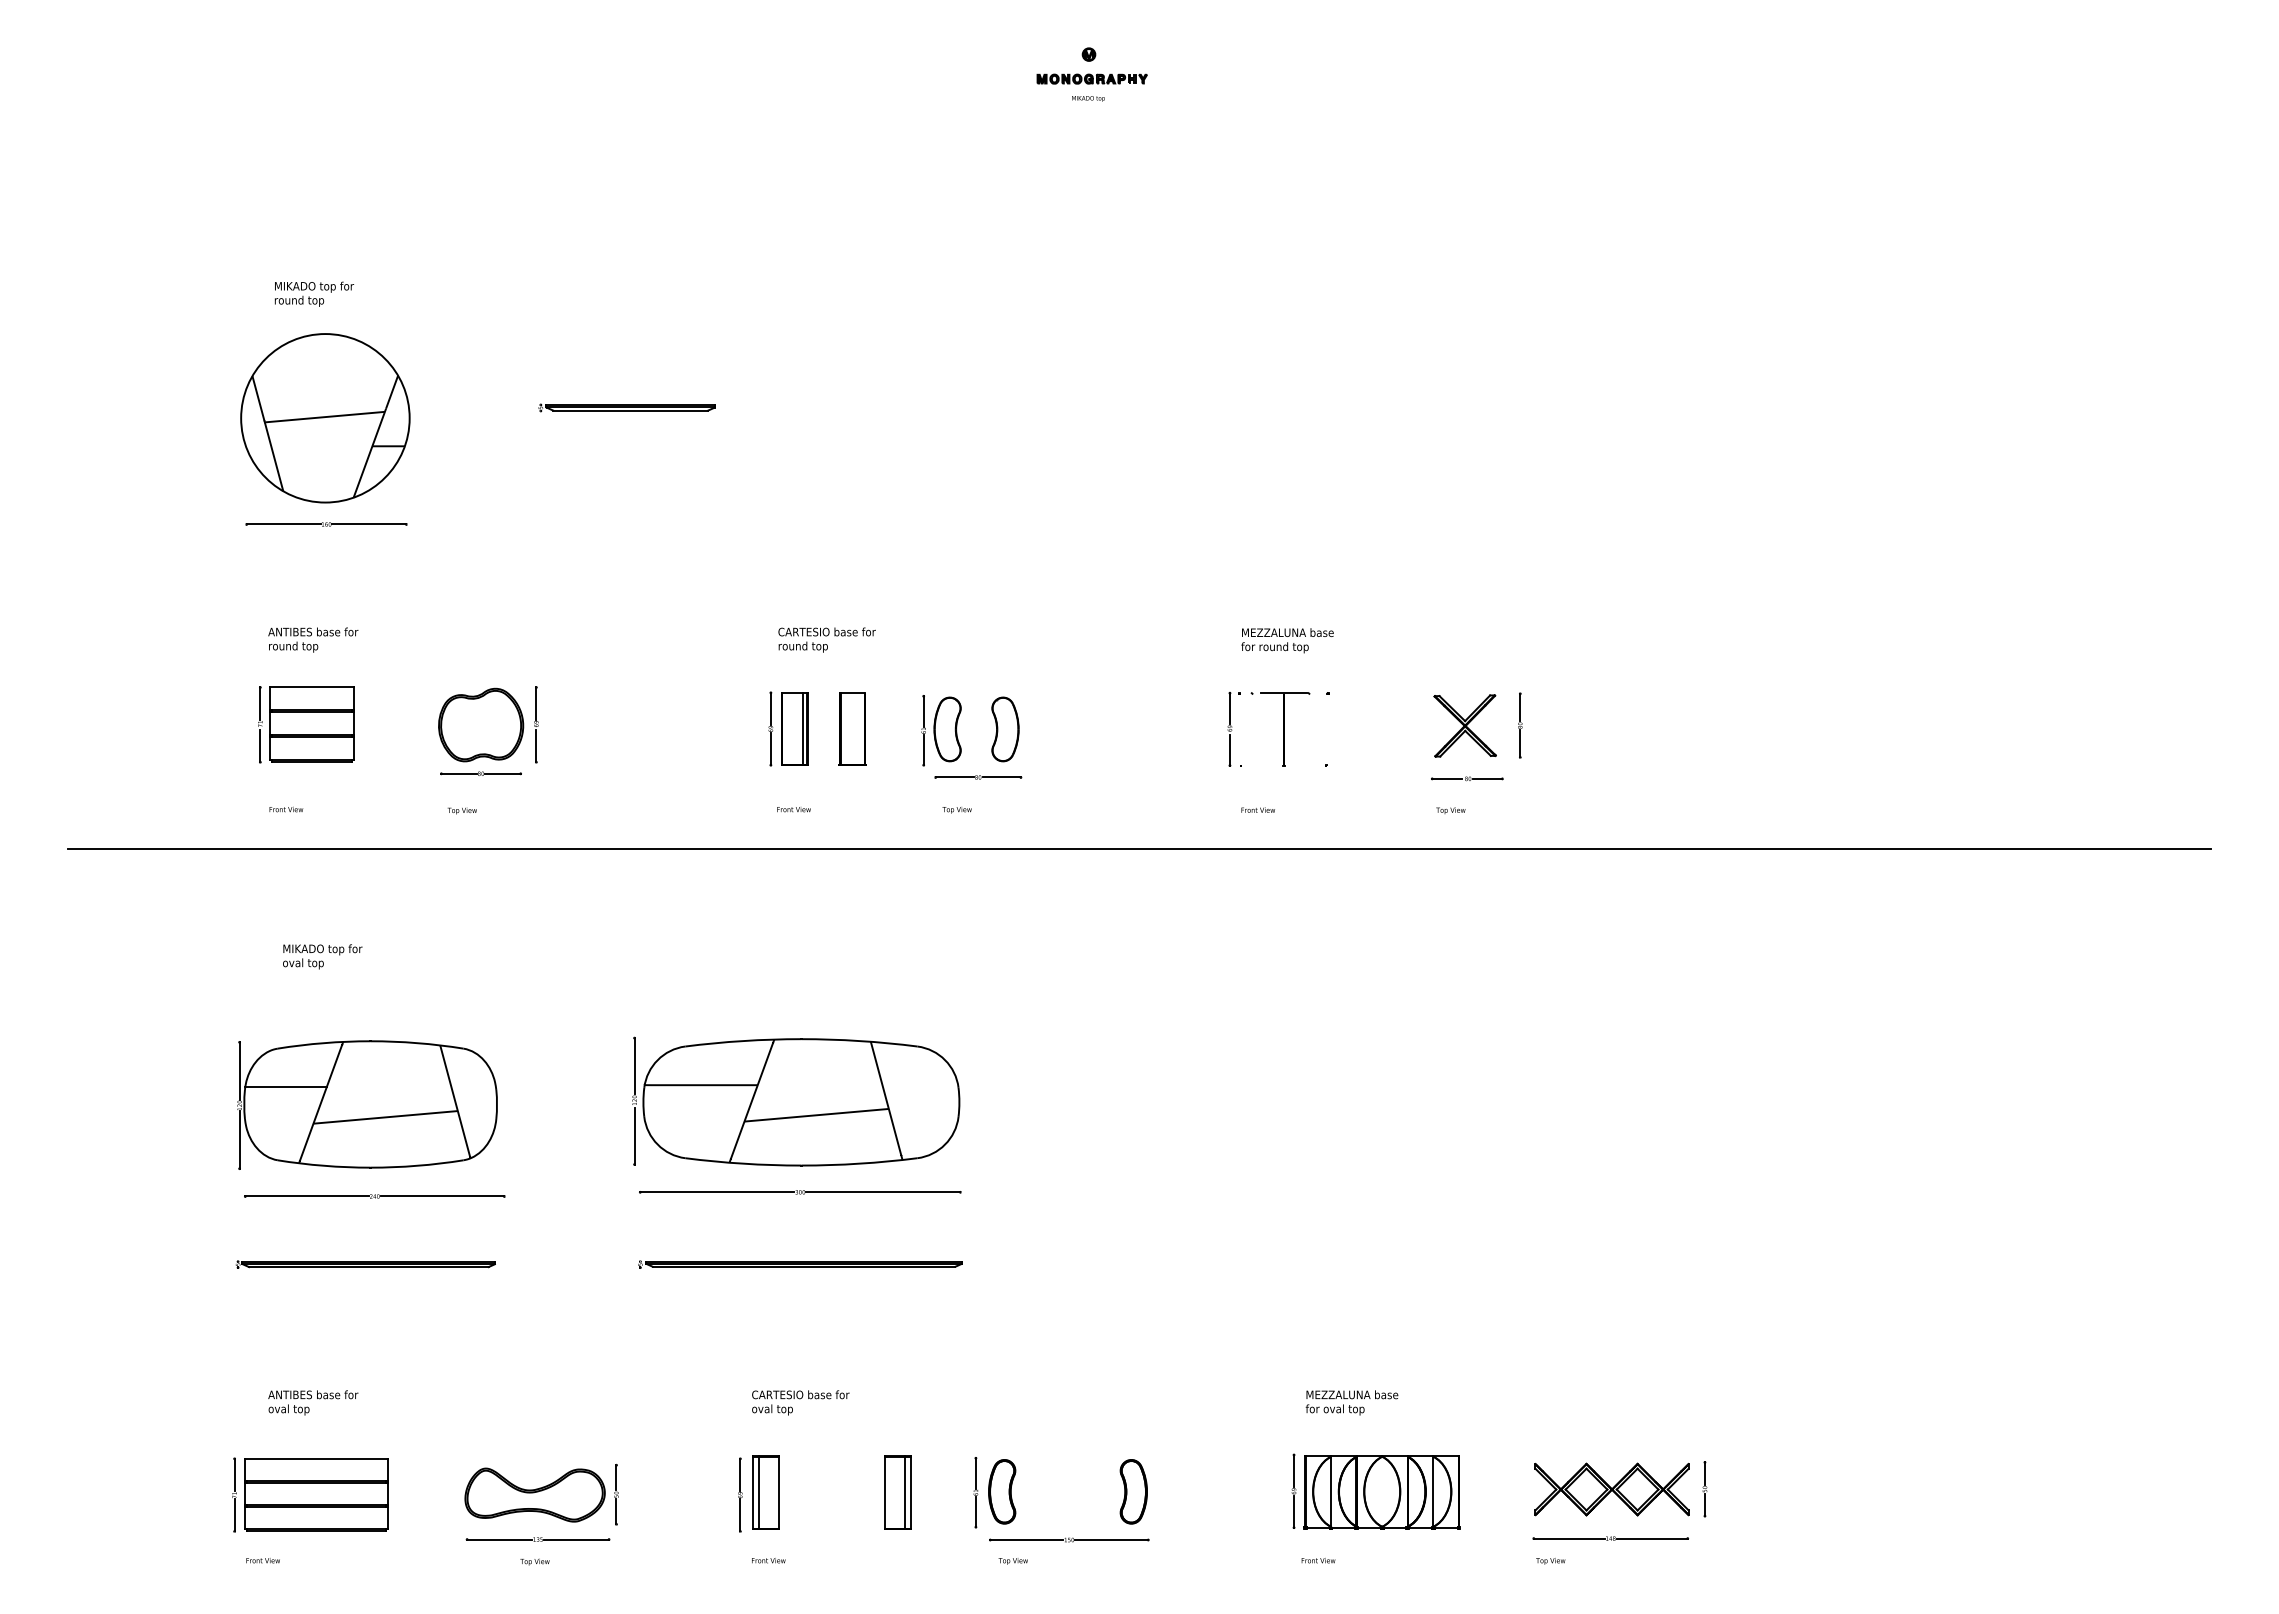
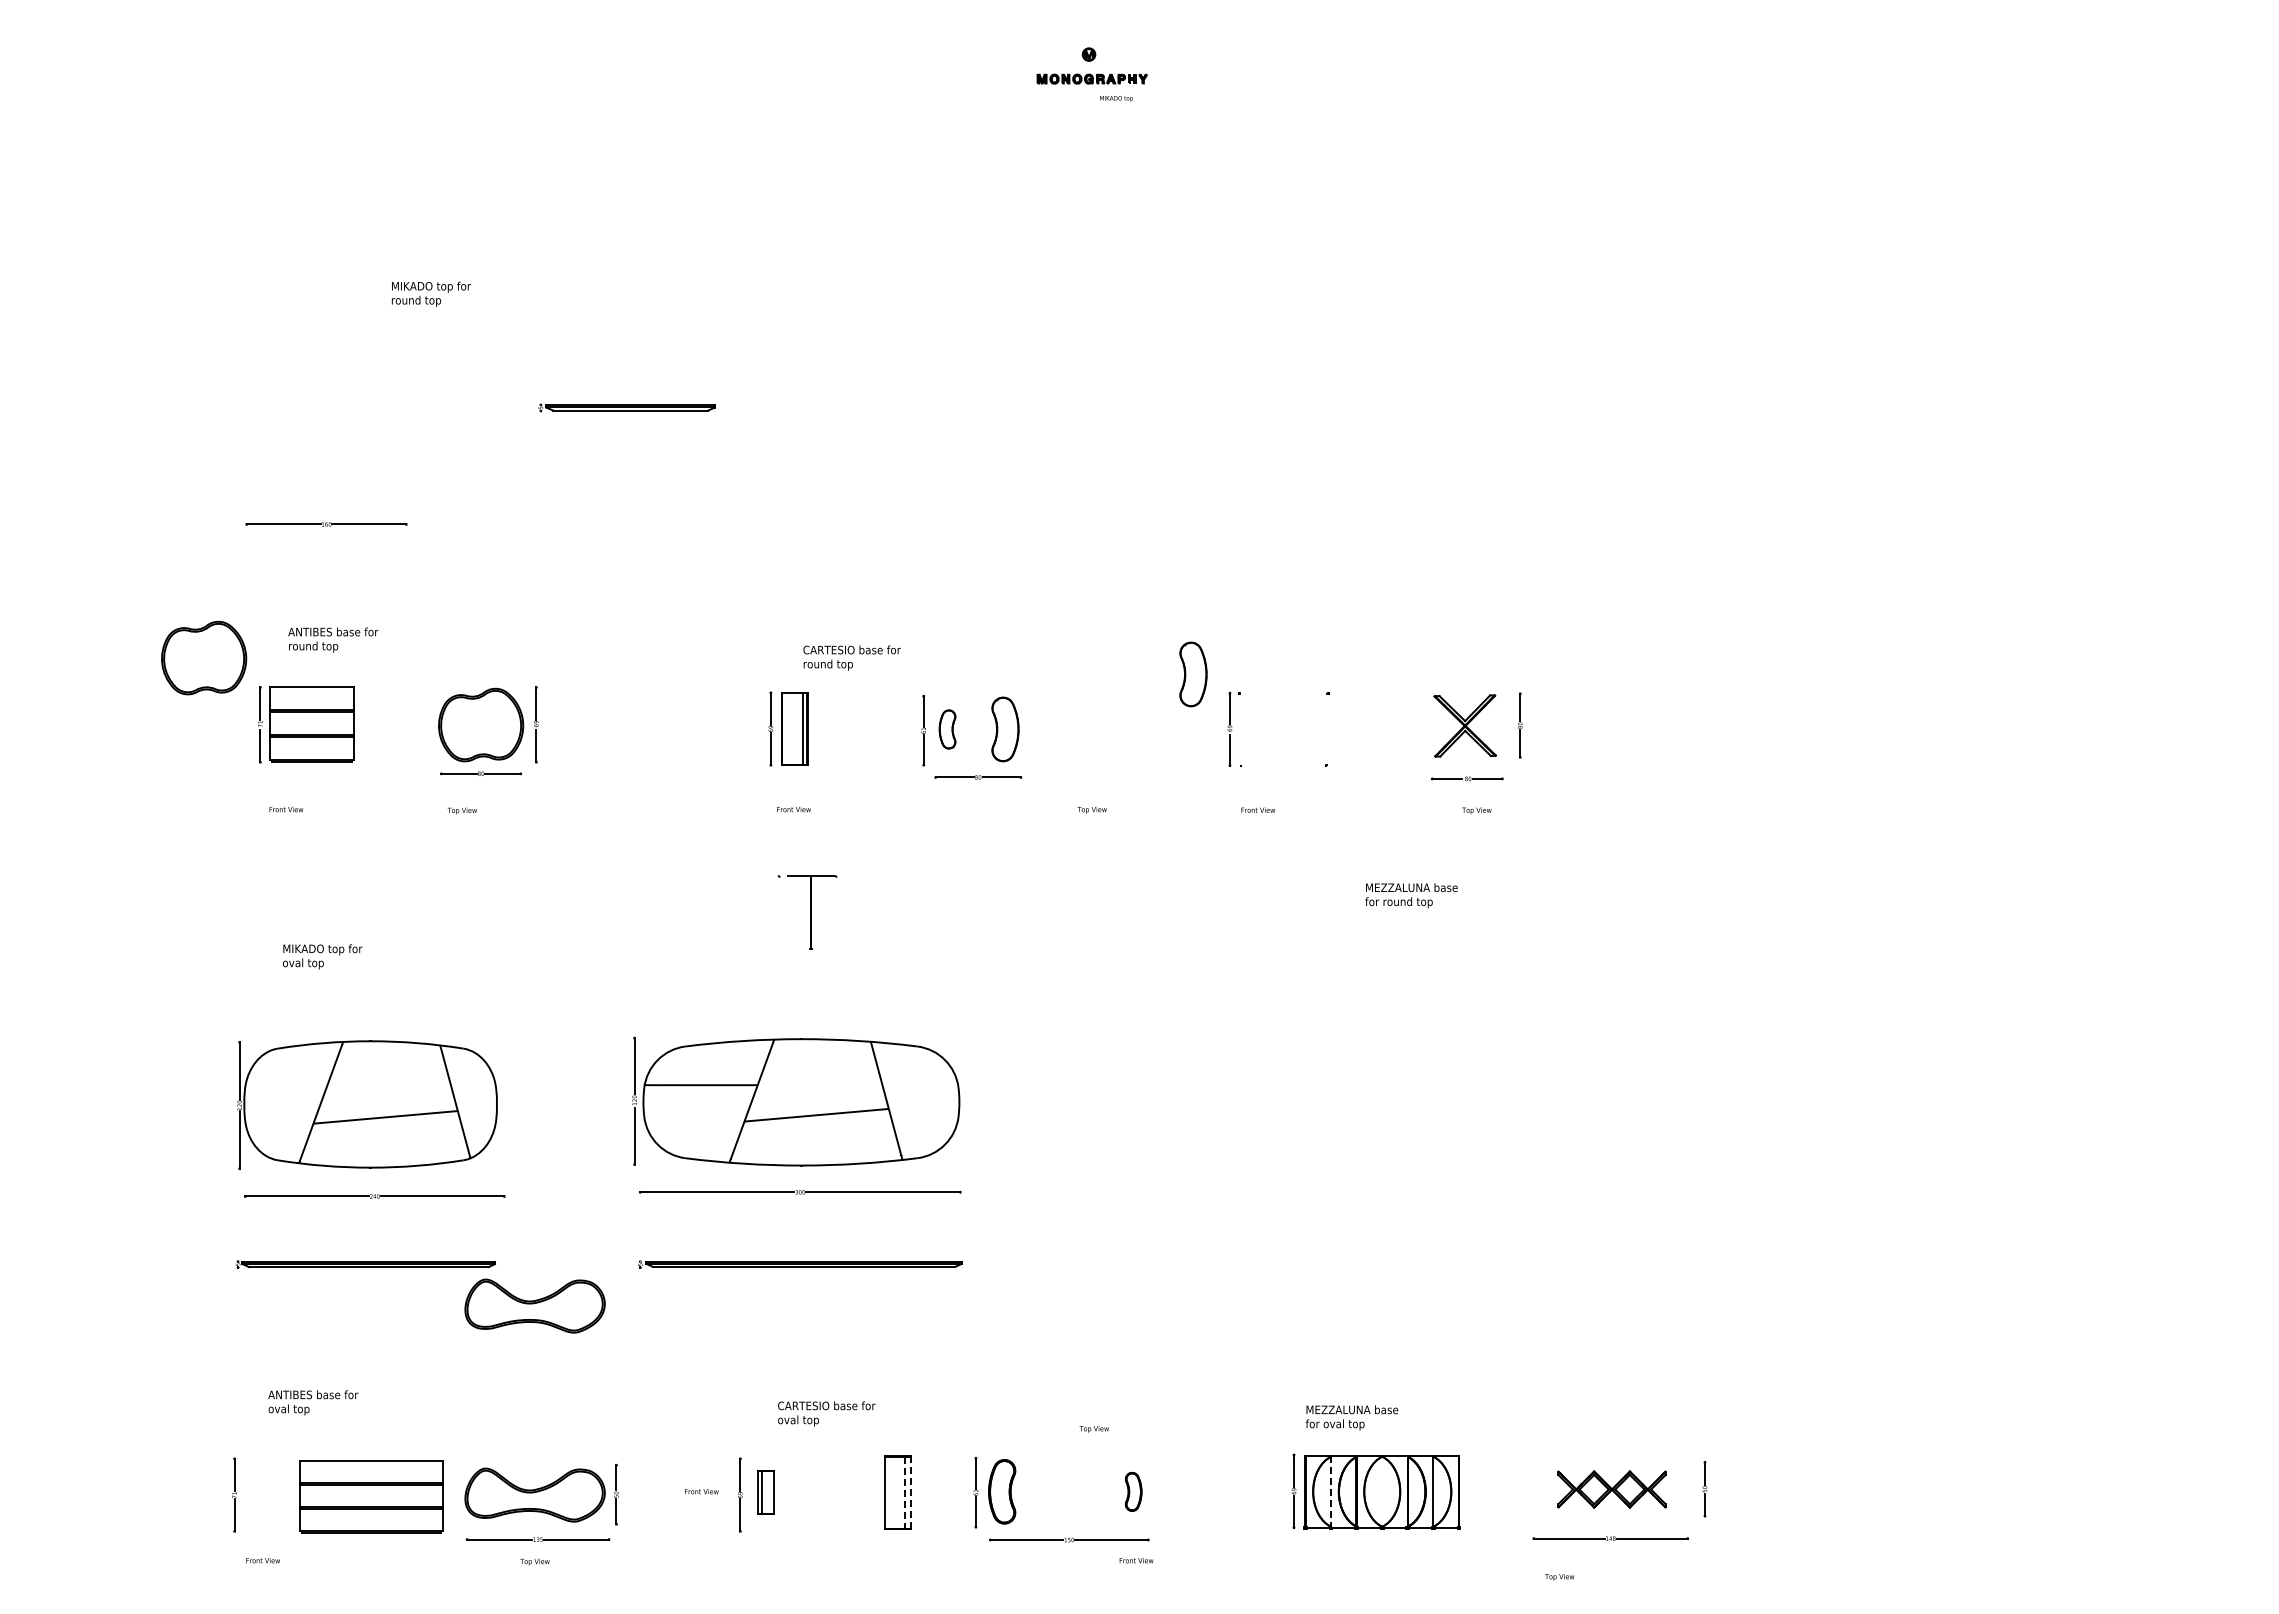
text at (1088, 98) position: (1088, 98) -> (1116, 98)
text at (314, 293) position: (314, 293) -> (431, 293)
part at (325, 418): present -> none
text at (313, 639) position: (313, 639) -> (333, 639)
text at (826, 639) position: (826, 639) -> (851, 657)
text at (1287, 640) position: (1287, 640) -> (1411, 895)
part at (204, 657): none -> present
part at (1193, 674): none -> present
part at (852, 728): present -> none
part at (947, 729) size: 29x67 px -> 19x41 px
part at (1280, 729) position: (1280, 729) -> (807, 912)
text at (956, 810) position: (956, 810) -> (1091, 810)
text at (1450, 810) position: (1450, 810) -> (1476, 810)
line at (1139, 848): present -> none
line at (285, 1087): present -> none
part at (534, 1305): none -> present
text at (800, 1402) position: (800, 1402) -> (826, 1413)
text at (1351, 1402) position: (1351, 1402) -> (1351, 1417)
part at (1611, 1489) size: 156x55 px -> 110x39 px
part at (1133, 1491) size: 29x66 px -> 18x40 px
line at (1331, 1491): solid -> dashed
part at (765, 1492) size: 28x75 px -> 18x45 px
line at (904, 1492): solid -> dashed
line at (910, 1492): solid -> dashed
part at (316, 1494) position: (316, 1494) -> (371, 1496)
text at (768, 1560) position: (768, 1560) -> (701, 1491)
text at (1318, 1560) position: (1318, 1560) -> (1136, 1560)
text at (1012, 1561) position: (1012, 1561) -> (1093, 1429)
text at (1550, 1561) position: (1550, 1561) -> (1559, 1577)
